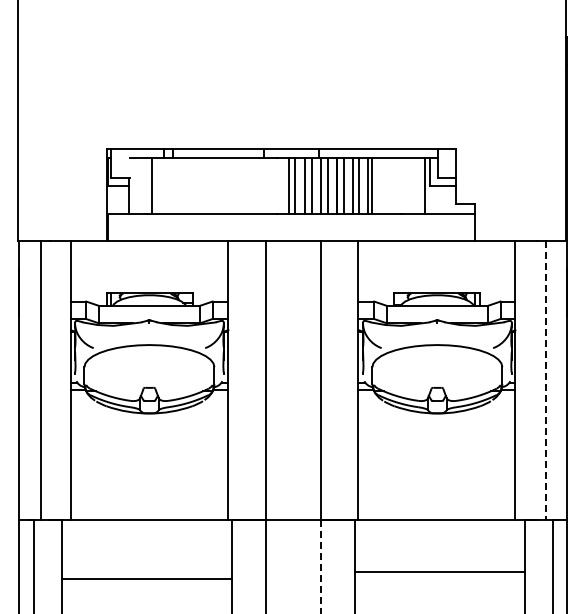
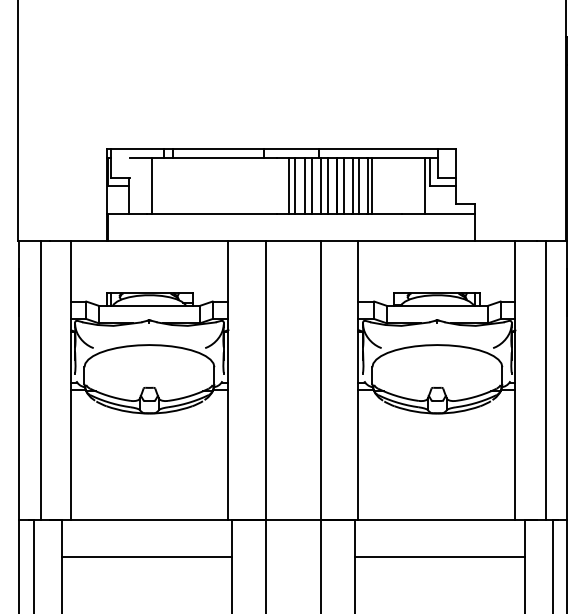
line at (546, 381): dashed -> solid
line at (321, 567): dashed -> solid
line at (439, 572) position: (439, 572) -> (439, 557)
line at (146, 579) position: (146, 579) -> (146, 557)
